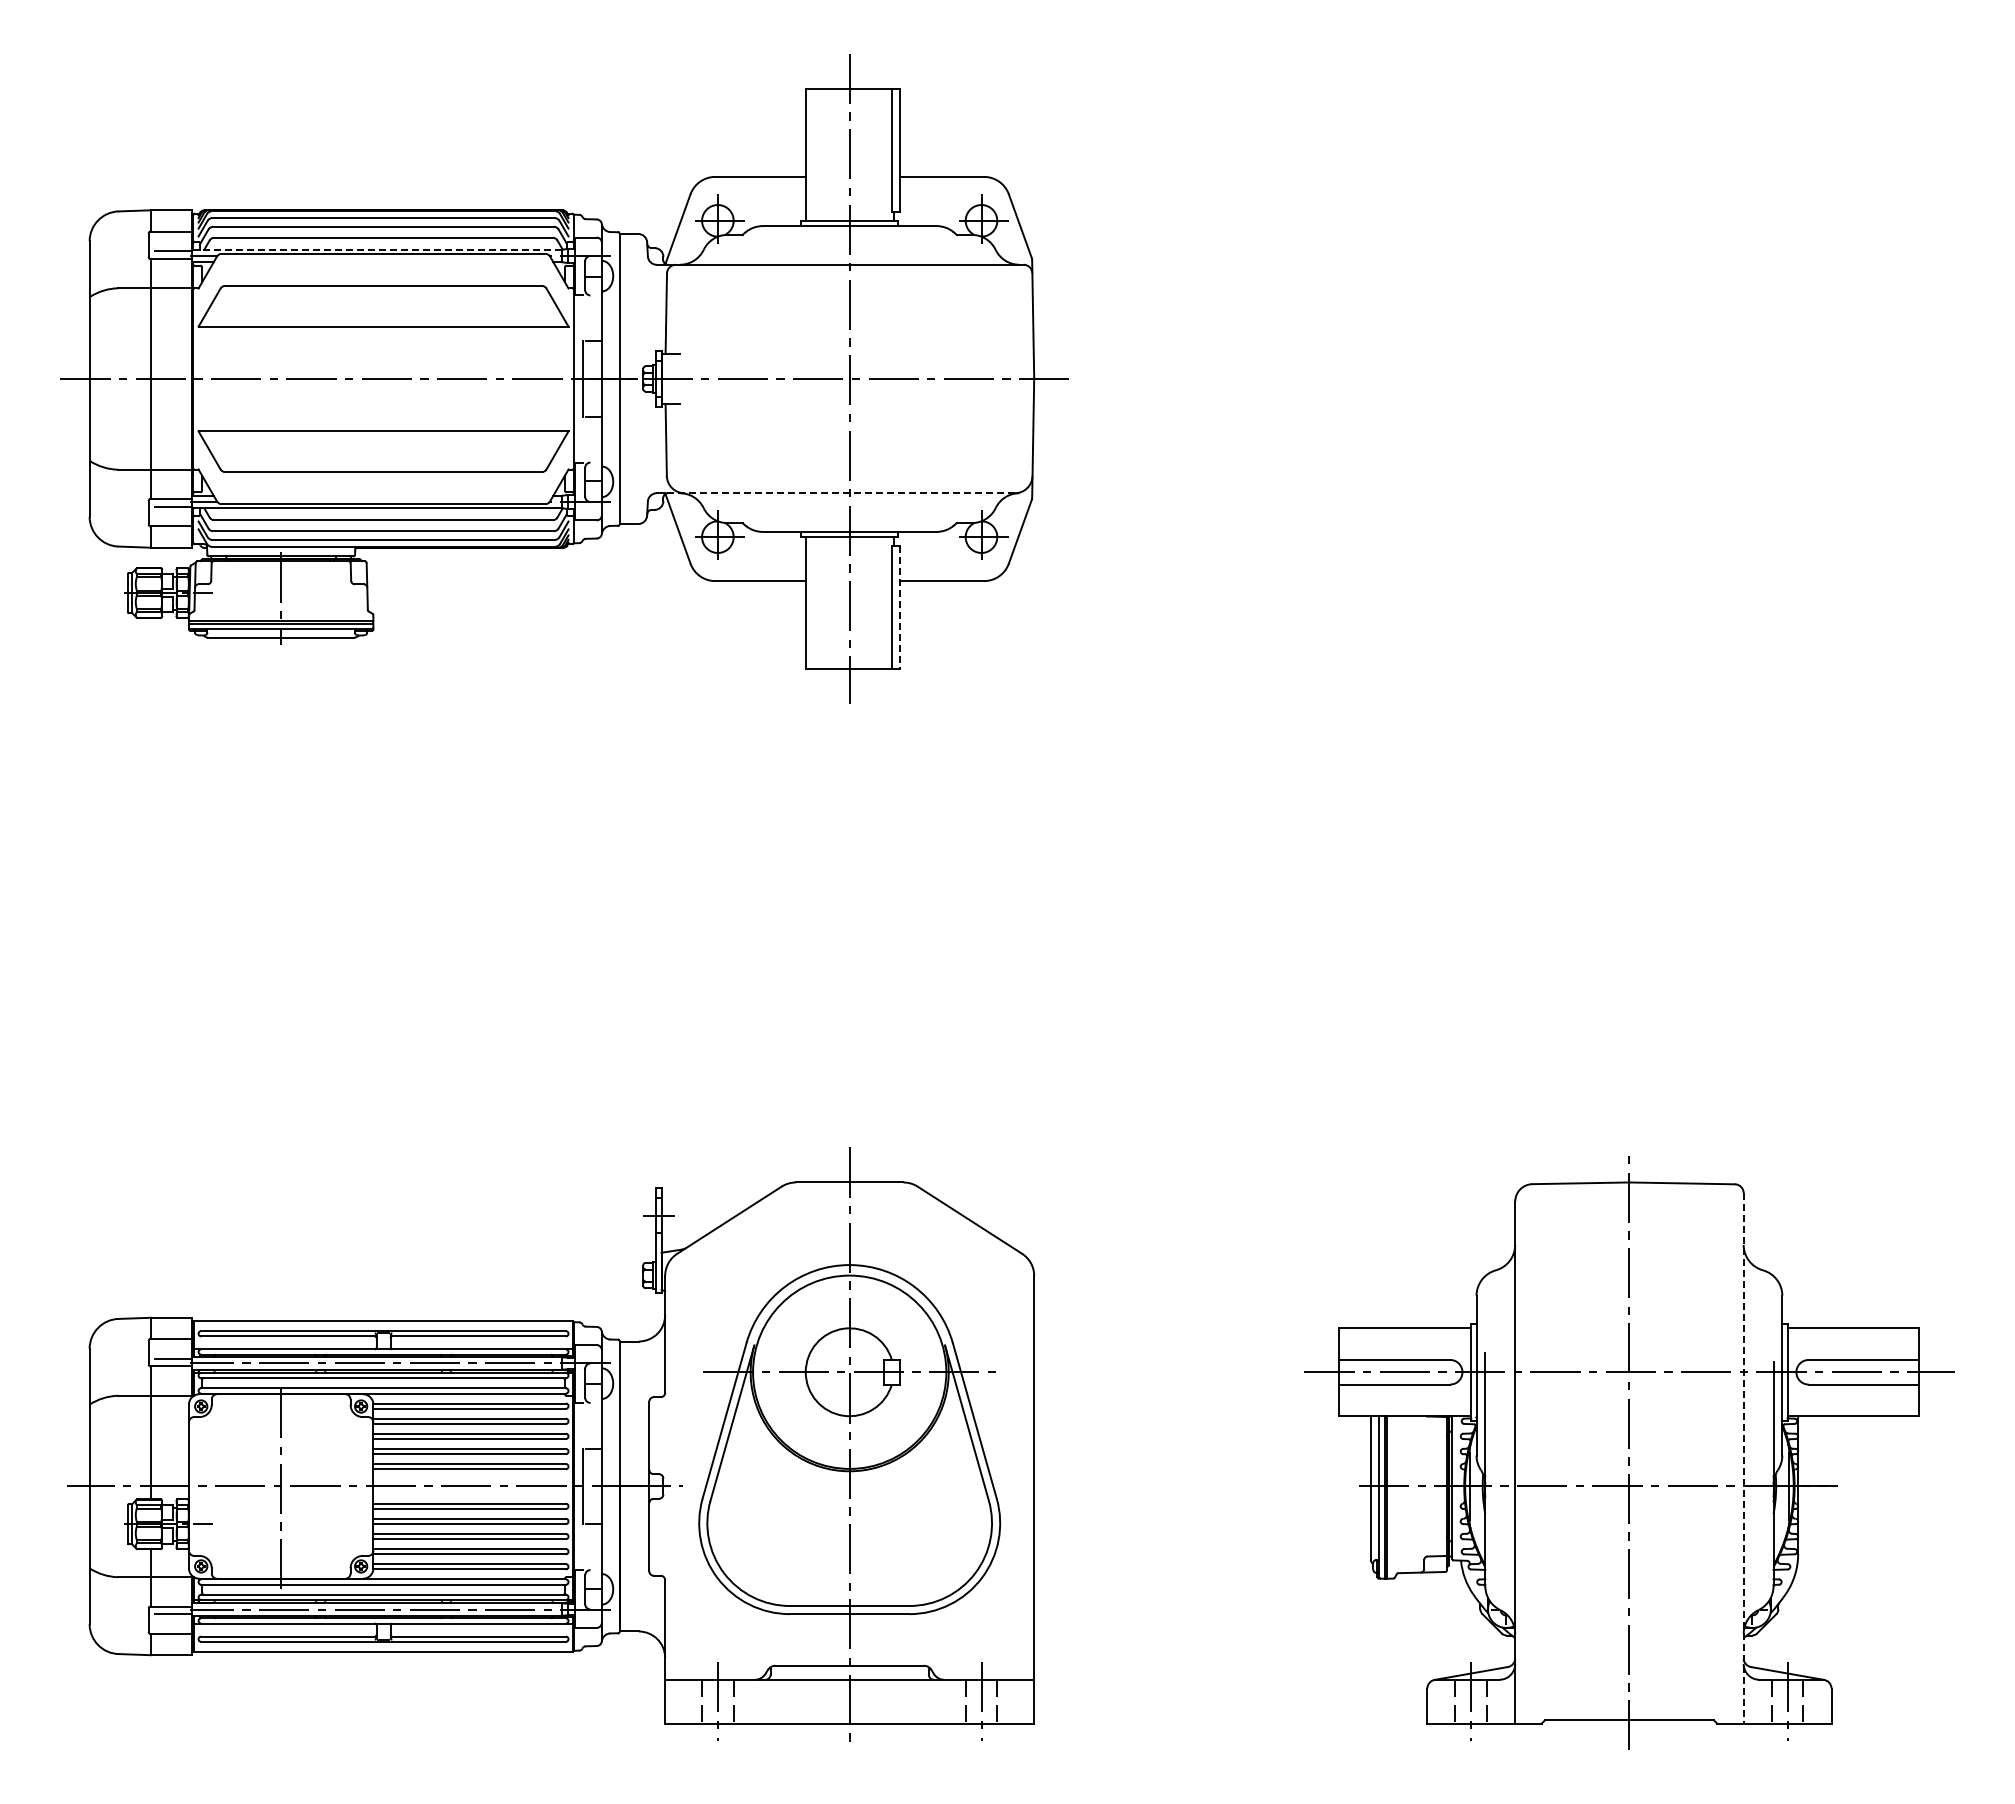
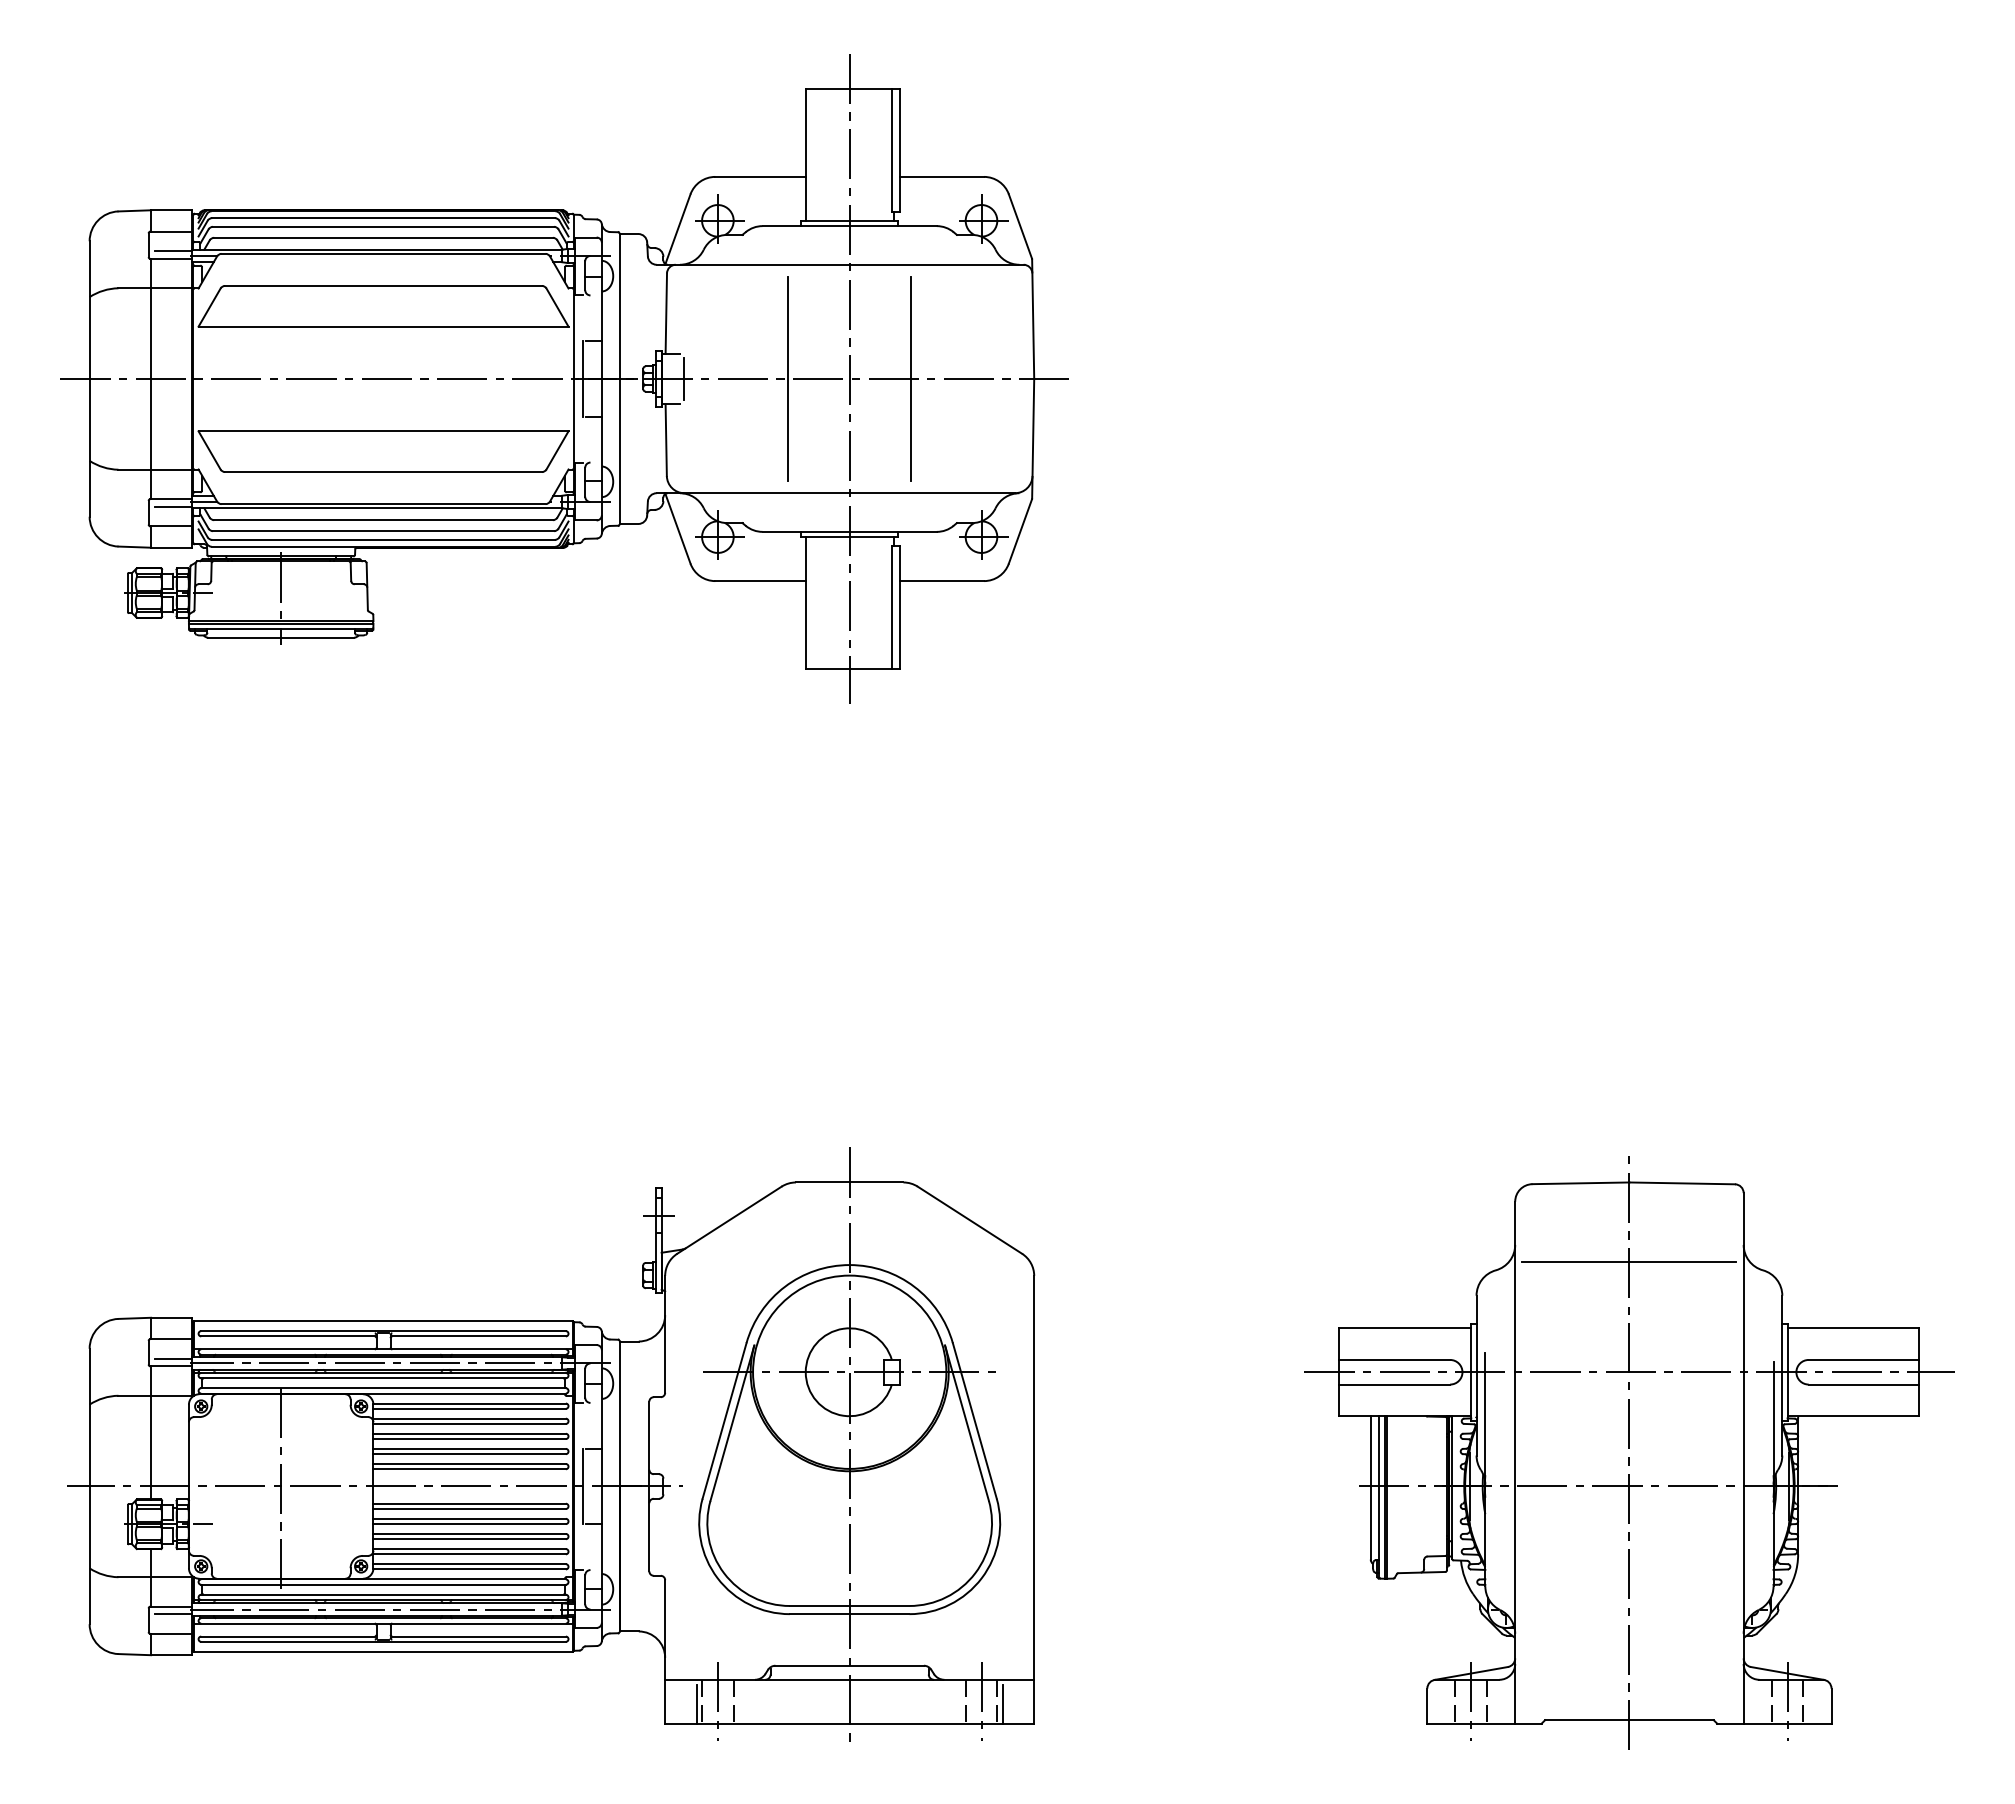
line at (377, 249): dashed -> solid
line at (684, 378): none -> present
line at (788, 378): none -> present
line at (911, 378): none -> present
line at (840, 493): dashed -> solid
line at (899, 607): dashed -> solid
line at (1629, 1261): none -> present
line at (1743, 1458): dashed -> solid
line at (696, 1703): none -> present
line at (1002, 1703): none -> present
